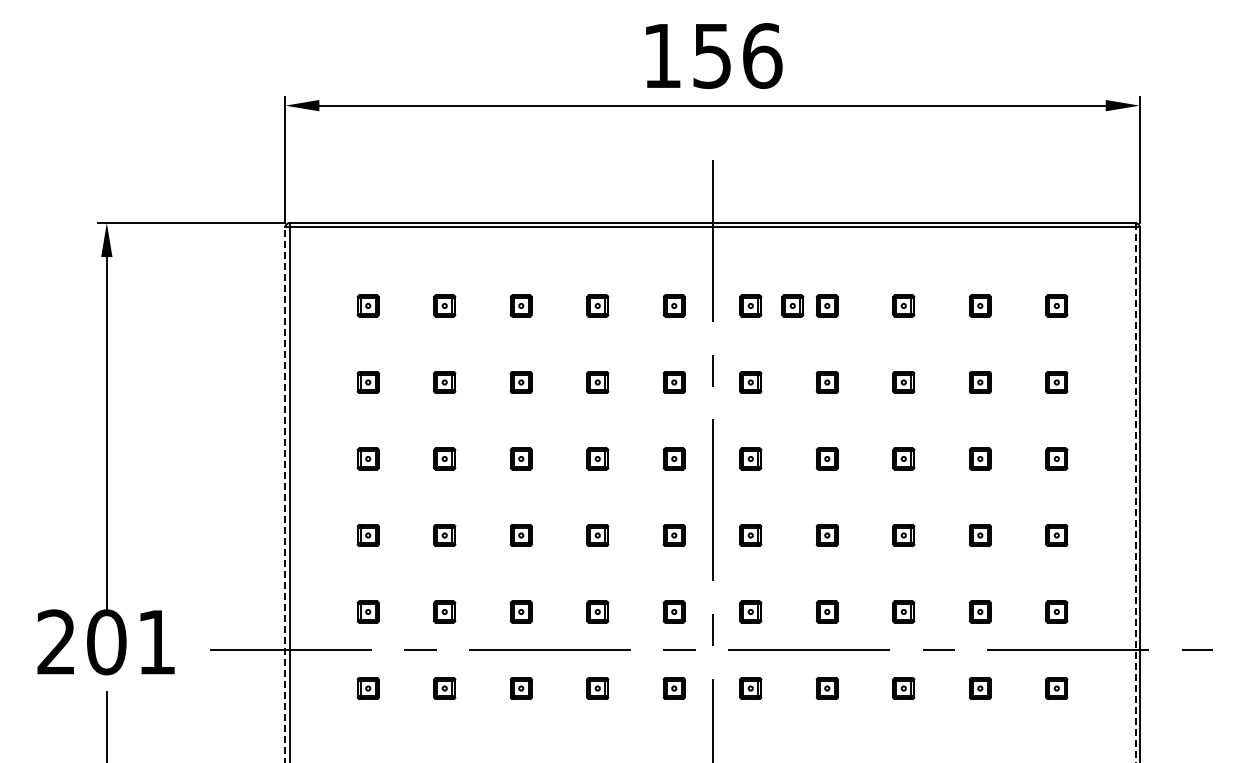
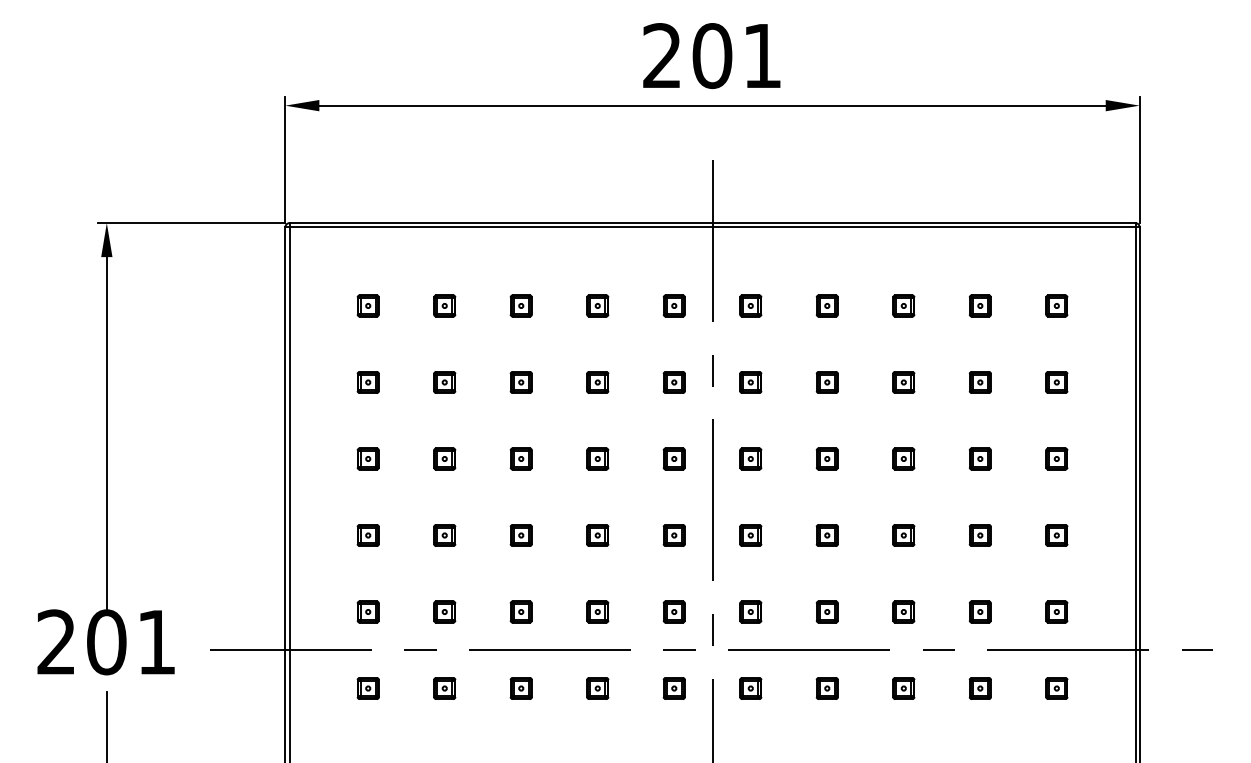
text at (712, 56): 156 -> 201
part at (792, 305): present -> none
line at (1135, 492): dashed -> solid
line at (285, 494): dashed -> solid
